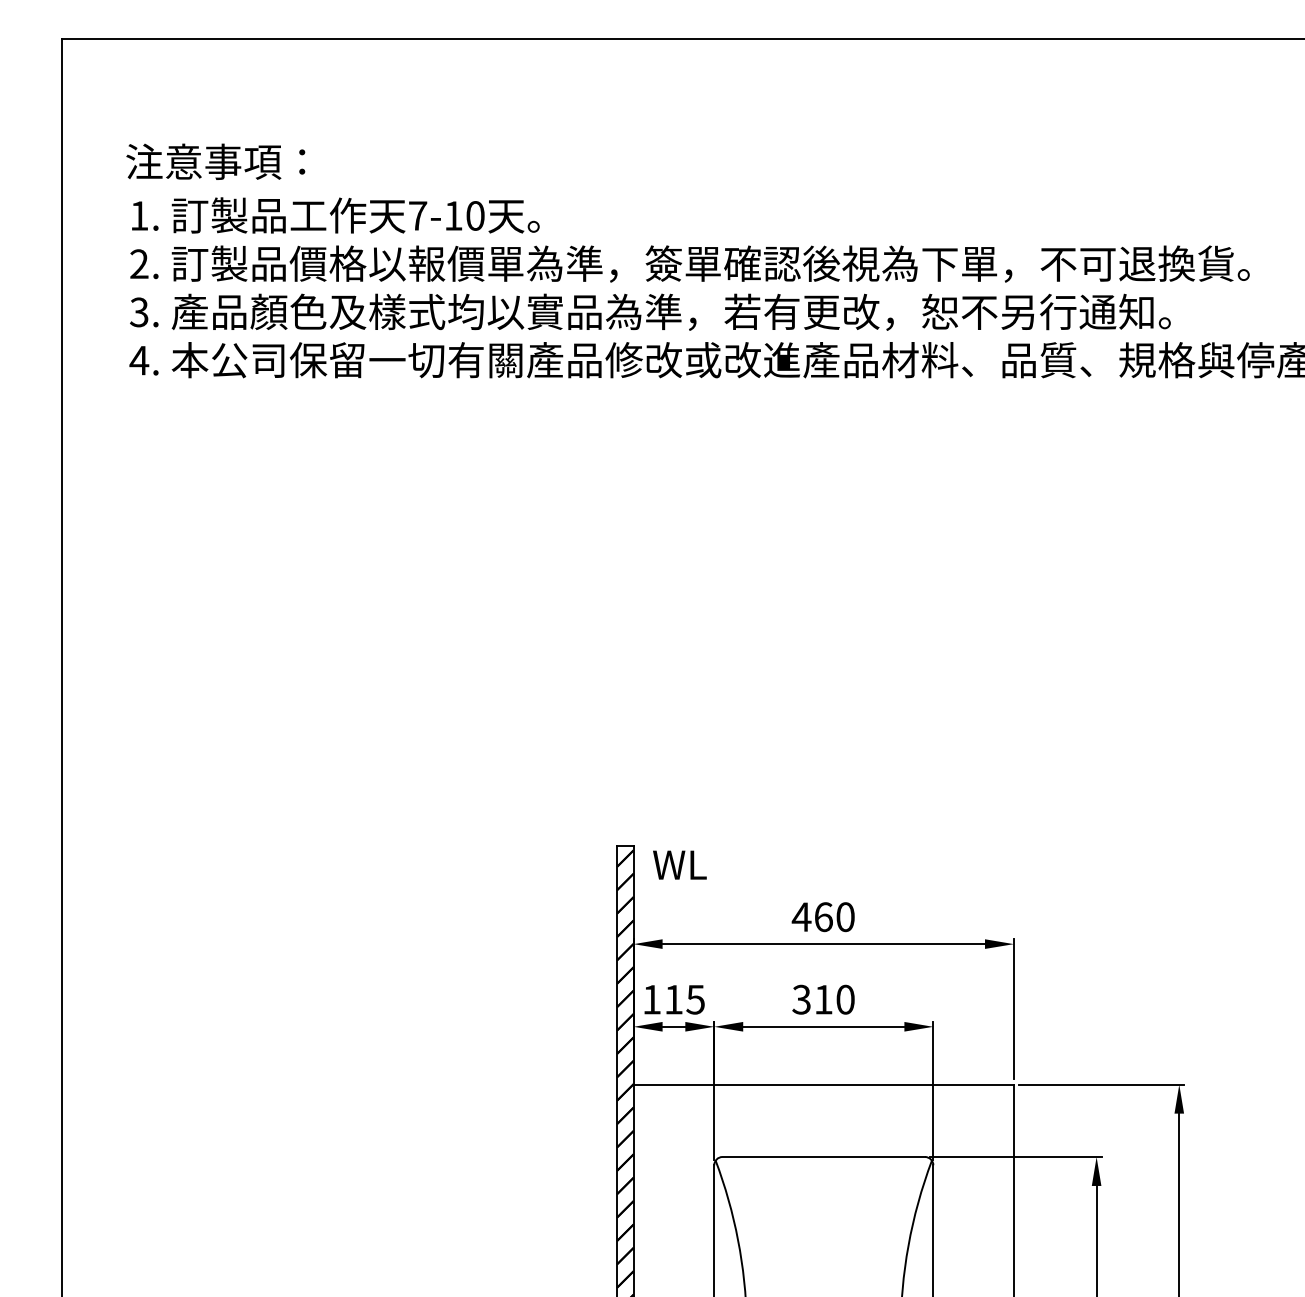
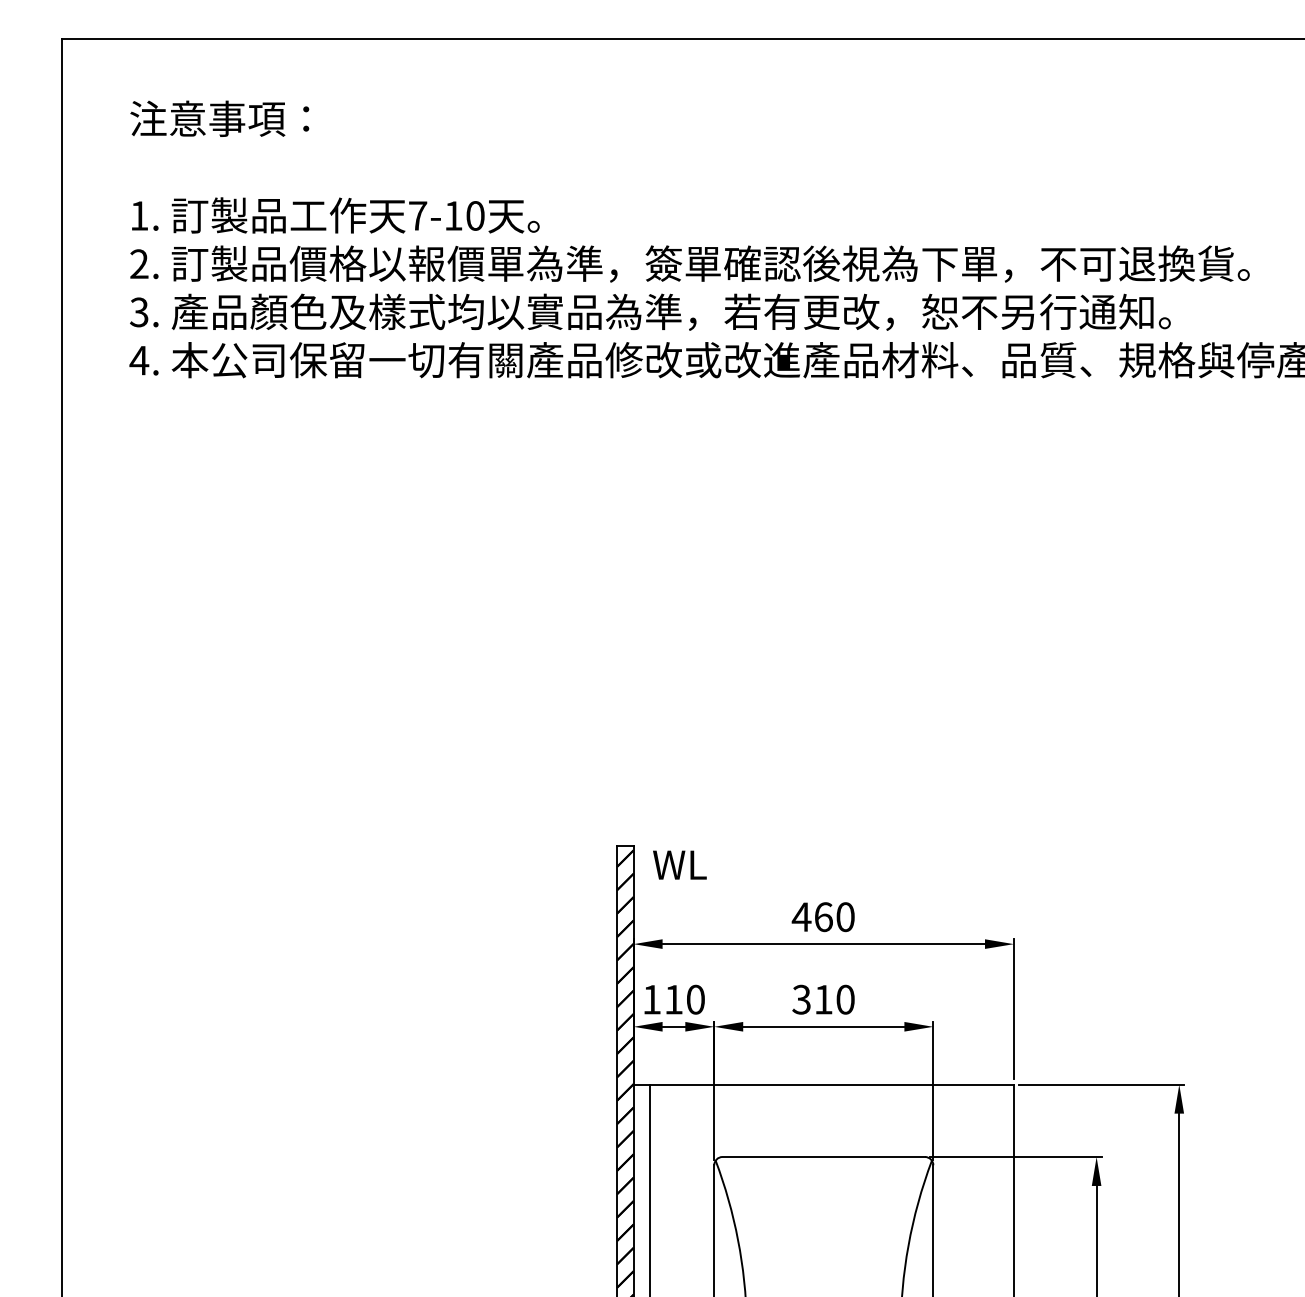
text at (215, 161) position: (215, 161) -> (219, 118)
text at (695, 999): 115 -> 110
line at (650, 1188): none -> present
